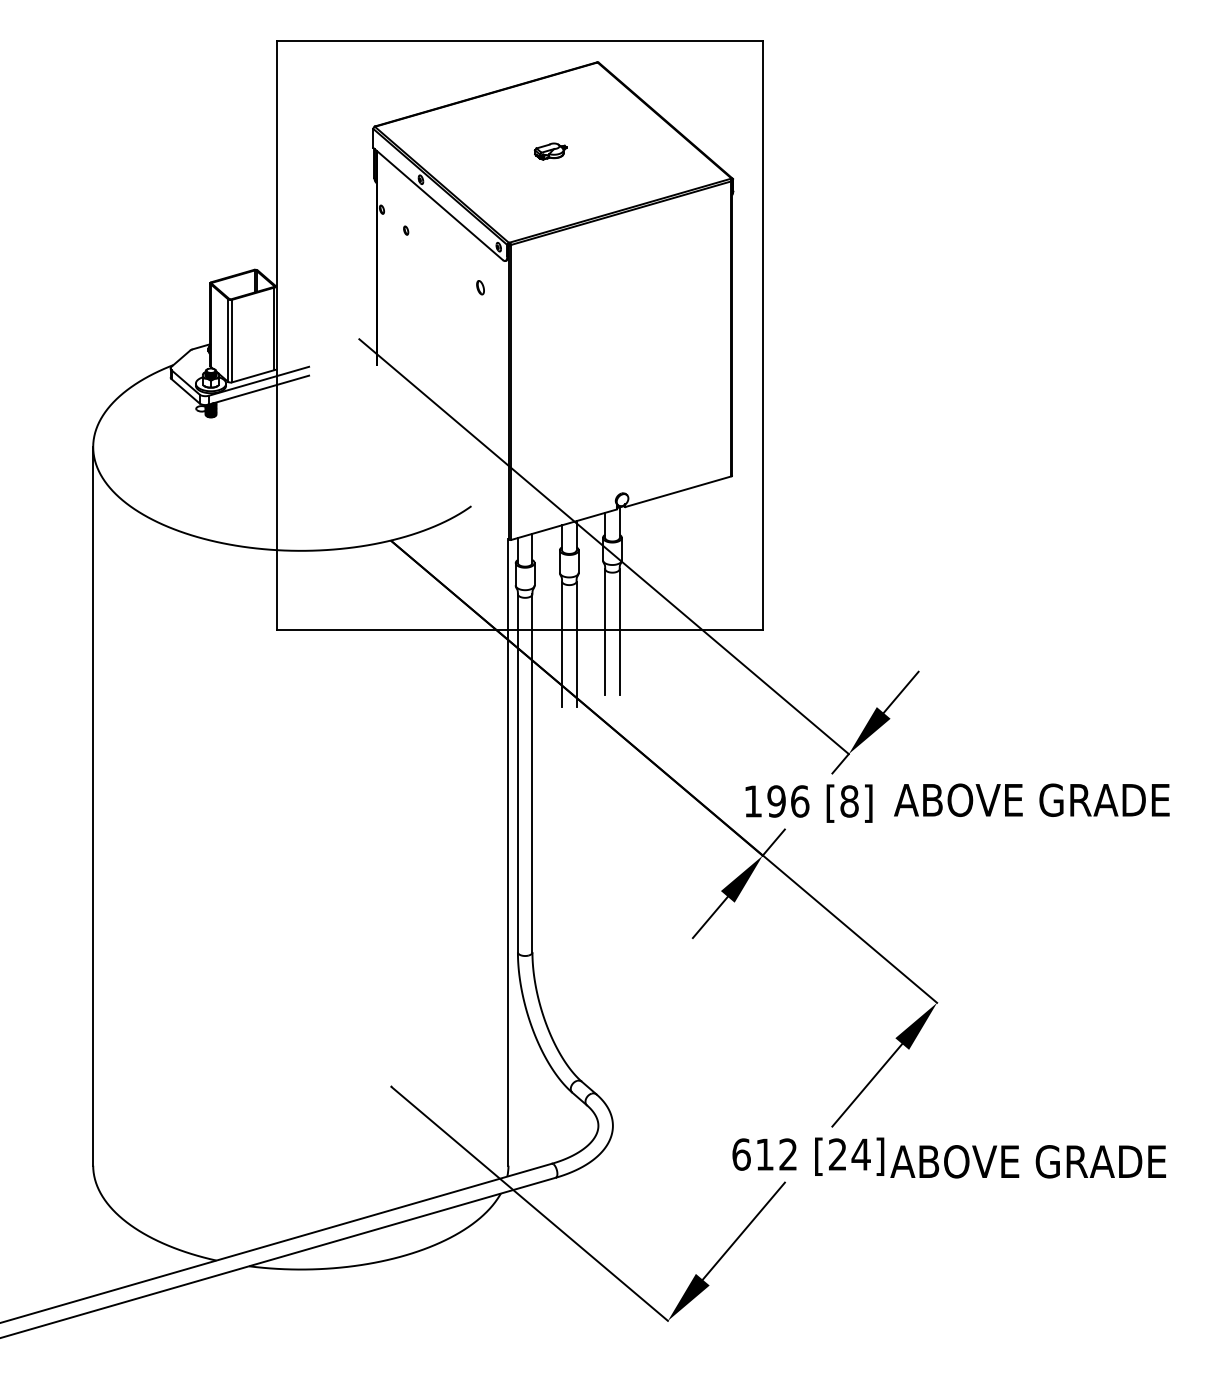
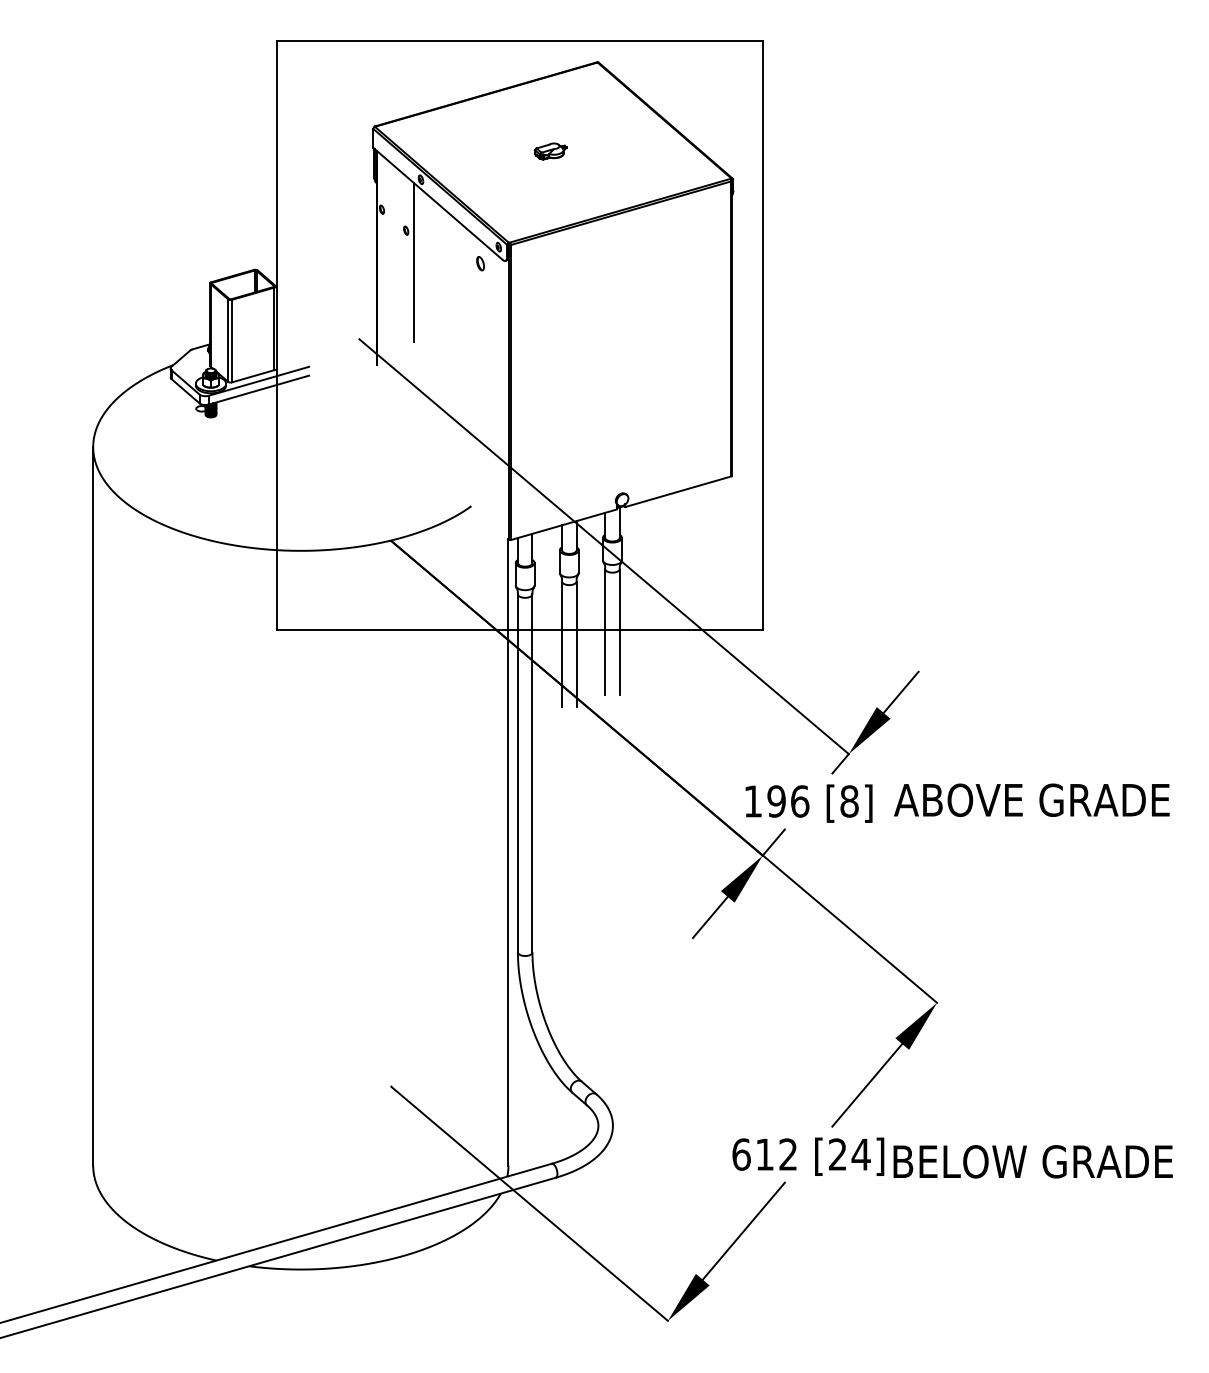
line at (413, 262): none -> present
part at (480, 287) position: (480, 287) -> (480, 263)
text at (1031, 1161): ABOVE GRADE -> BELOW GRADE
